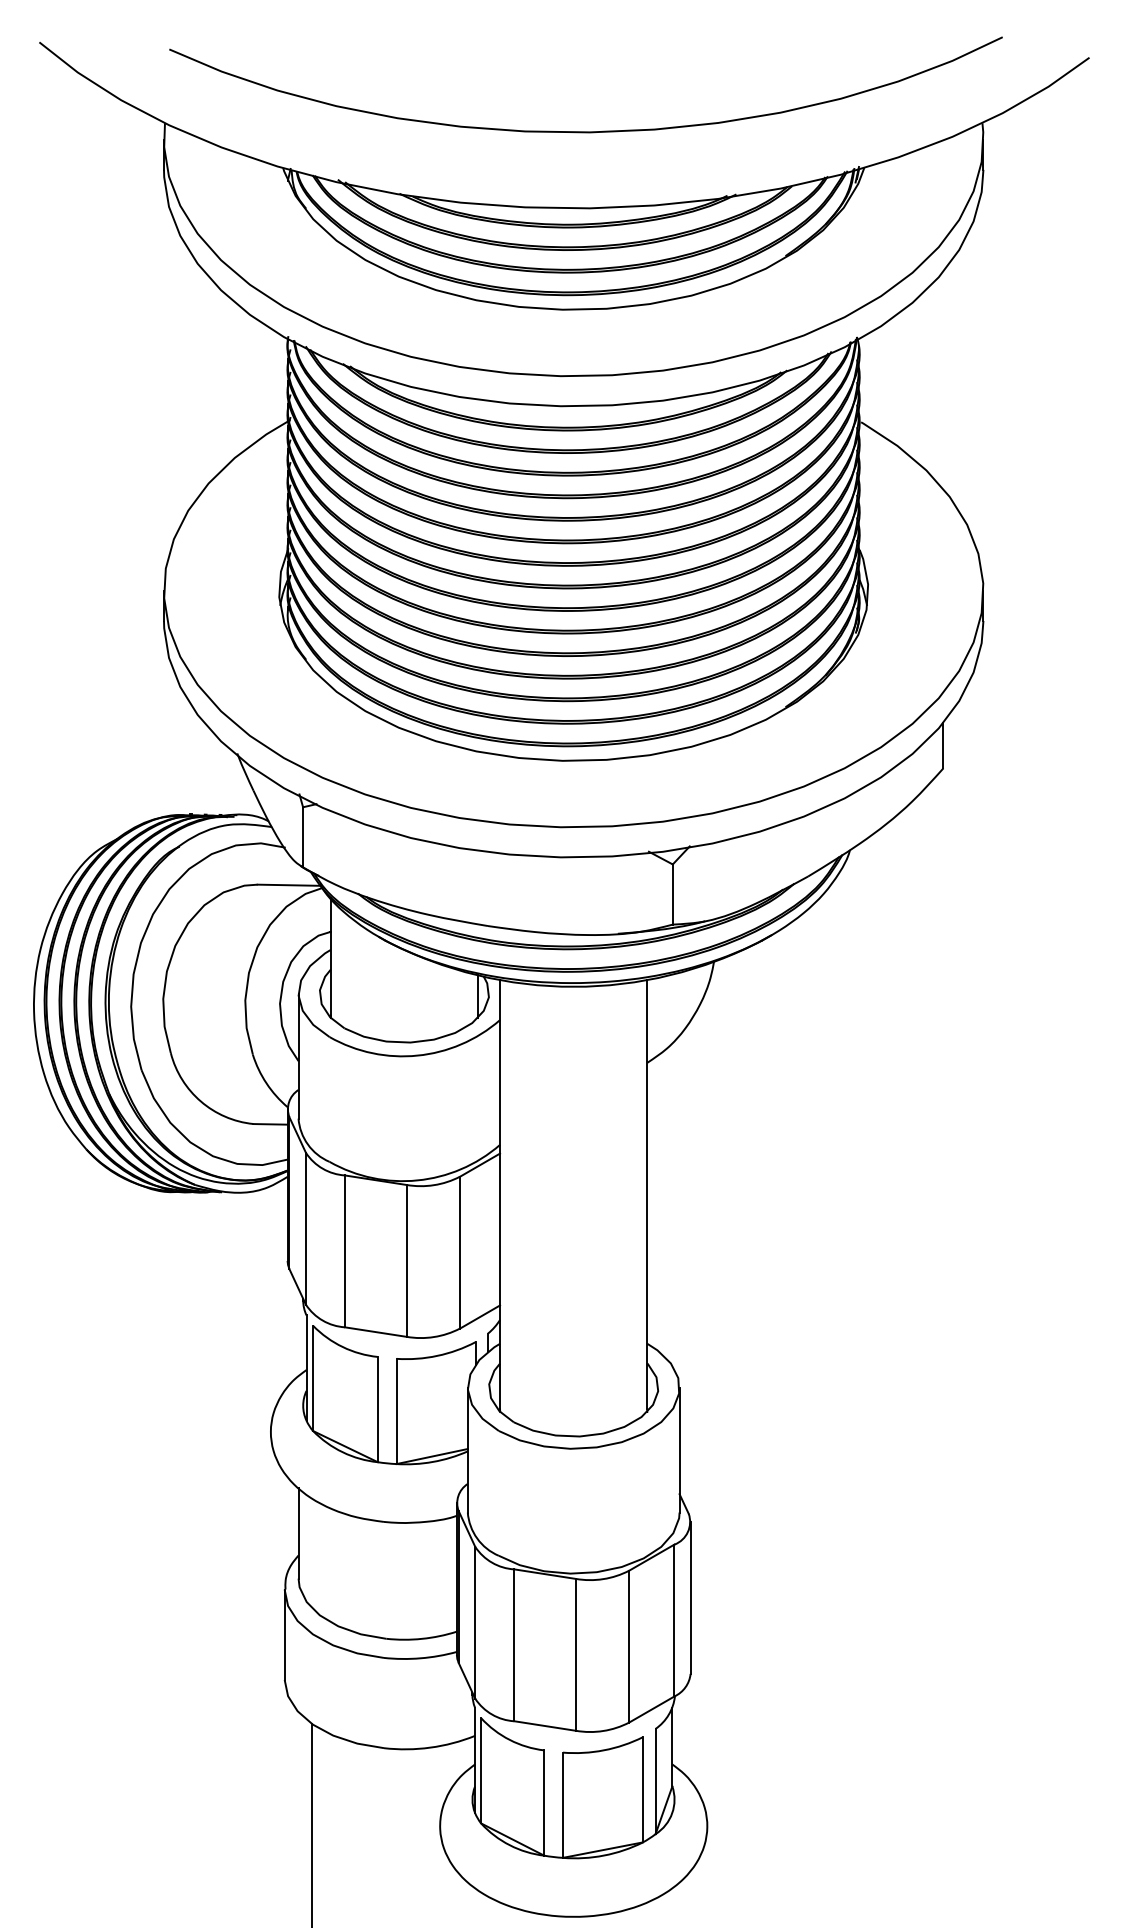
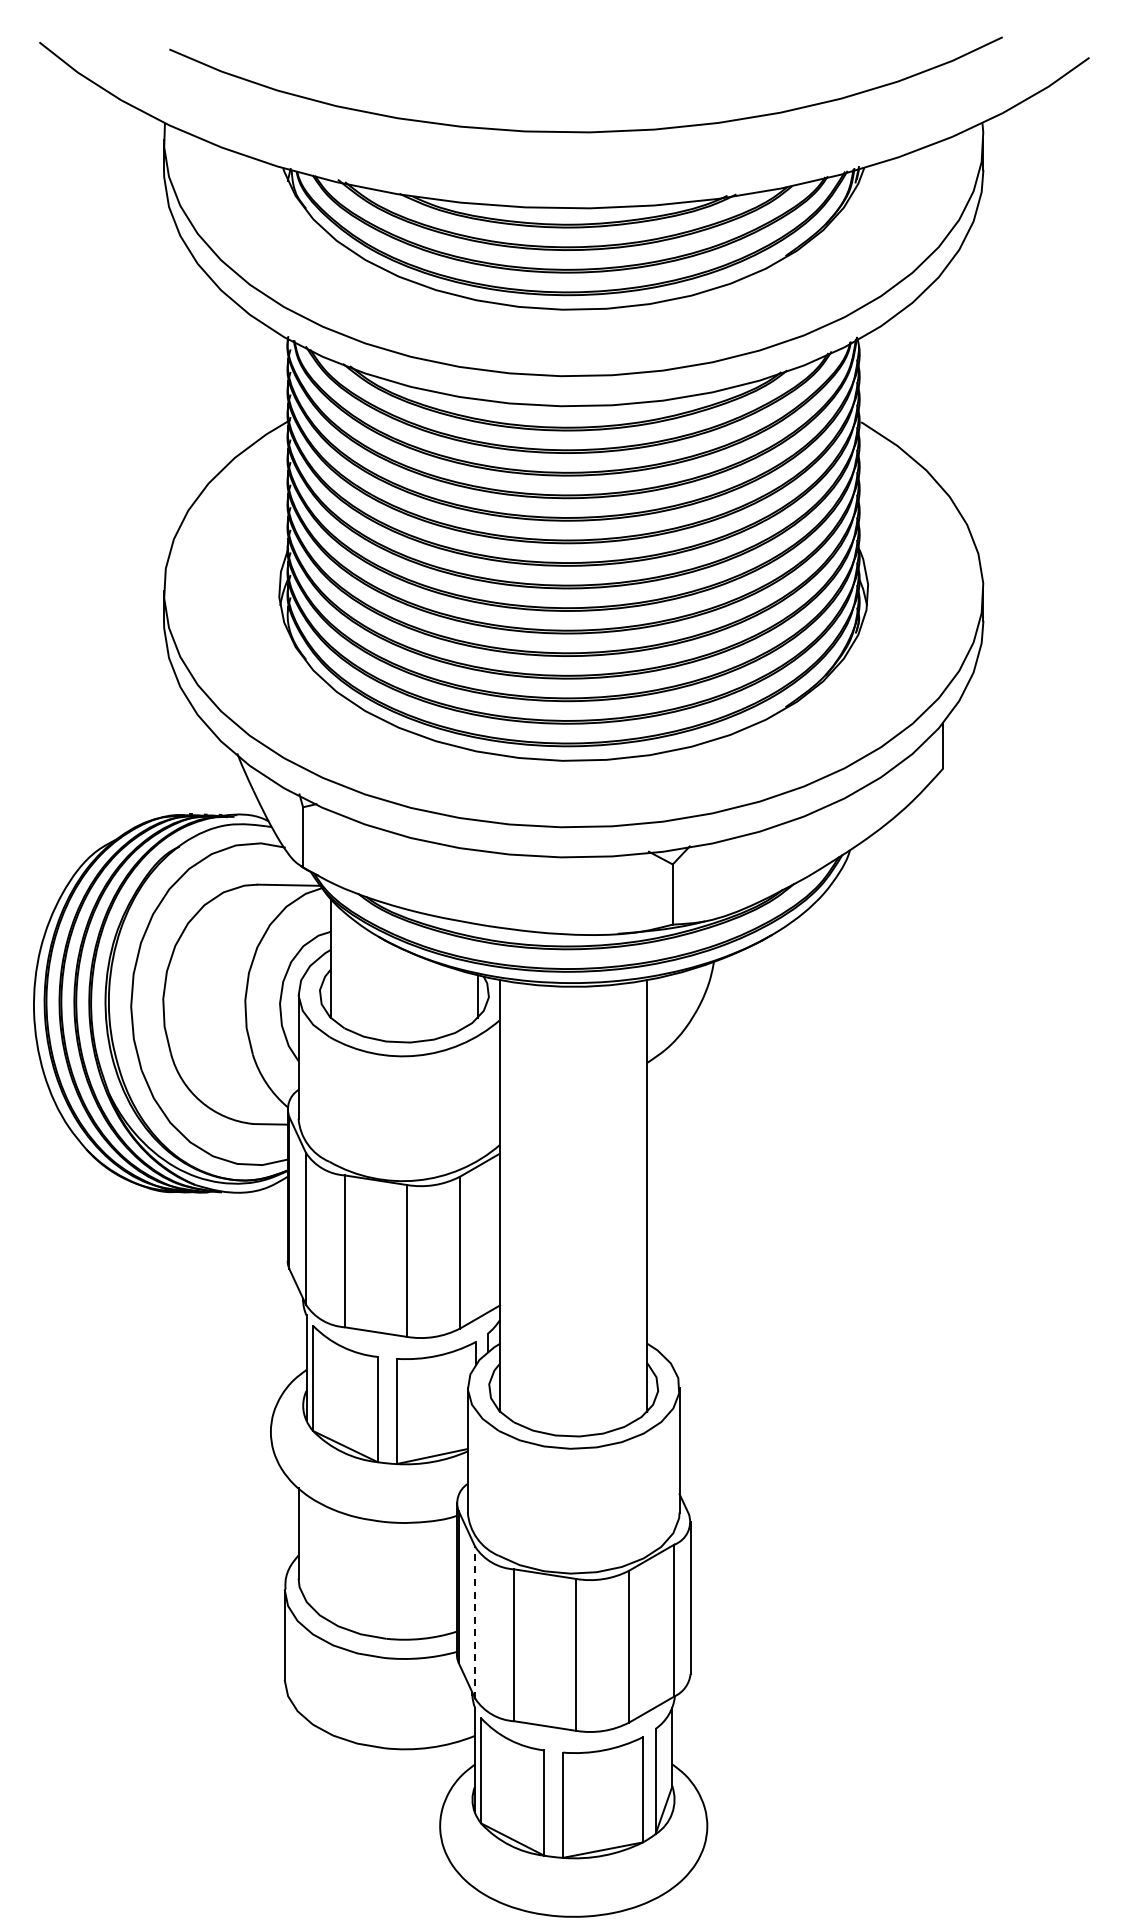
line at (475, 1622): solid -> dashed
line at (312, 1824): present -> none
